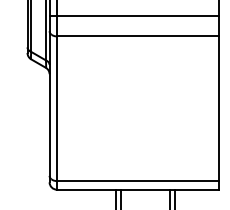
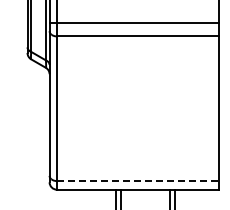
line at (133, 15) position: (133, 15) -> (133, 22)
line at (137, 181): solid -> dashed
